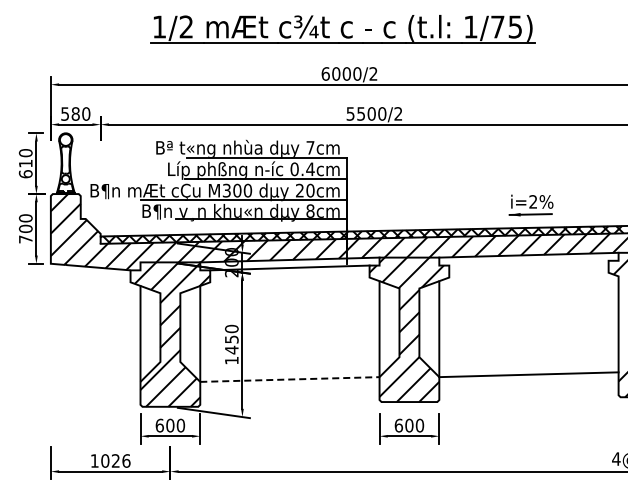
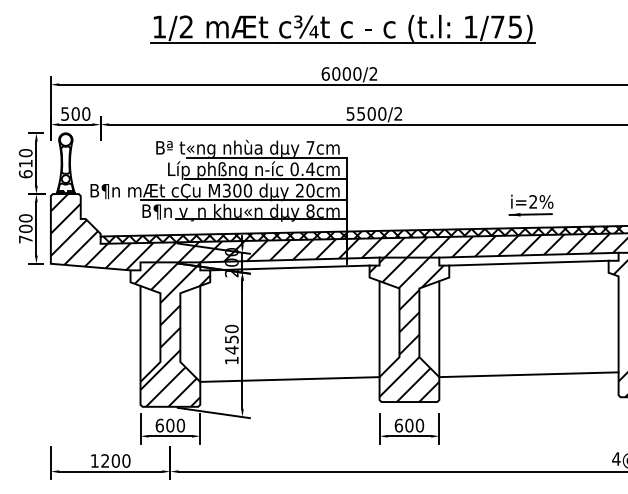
text at (75, 113): 580 -> 500
line at (528, 262): none -> present
line at (289, 379): dashed -> solid
text at (115, 460): 1026 -> 1200
